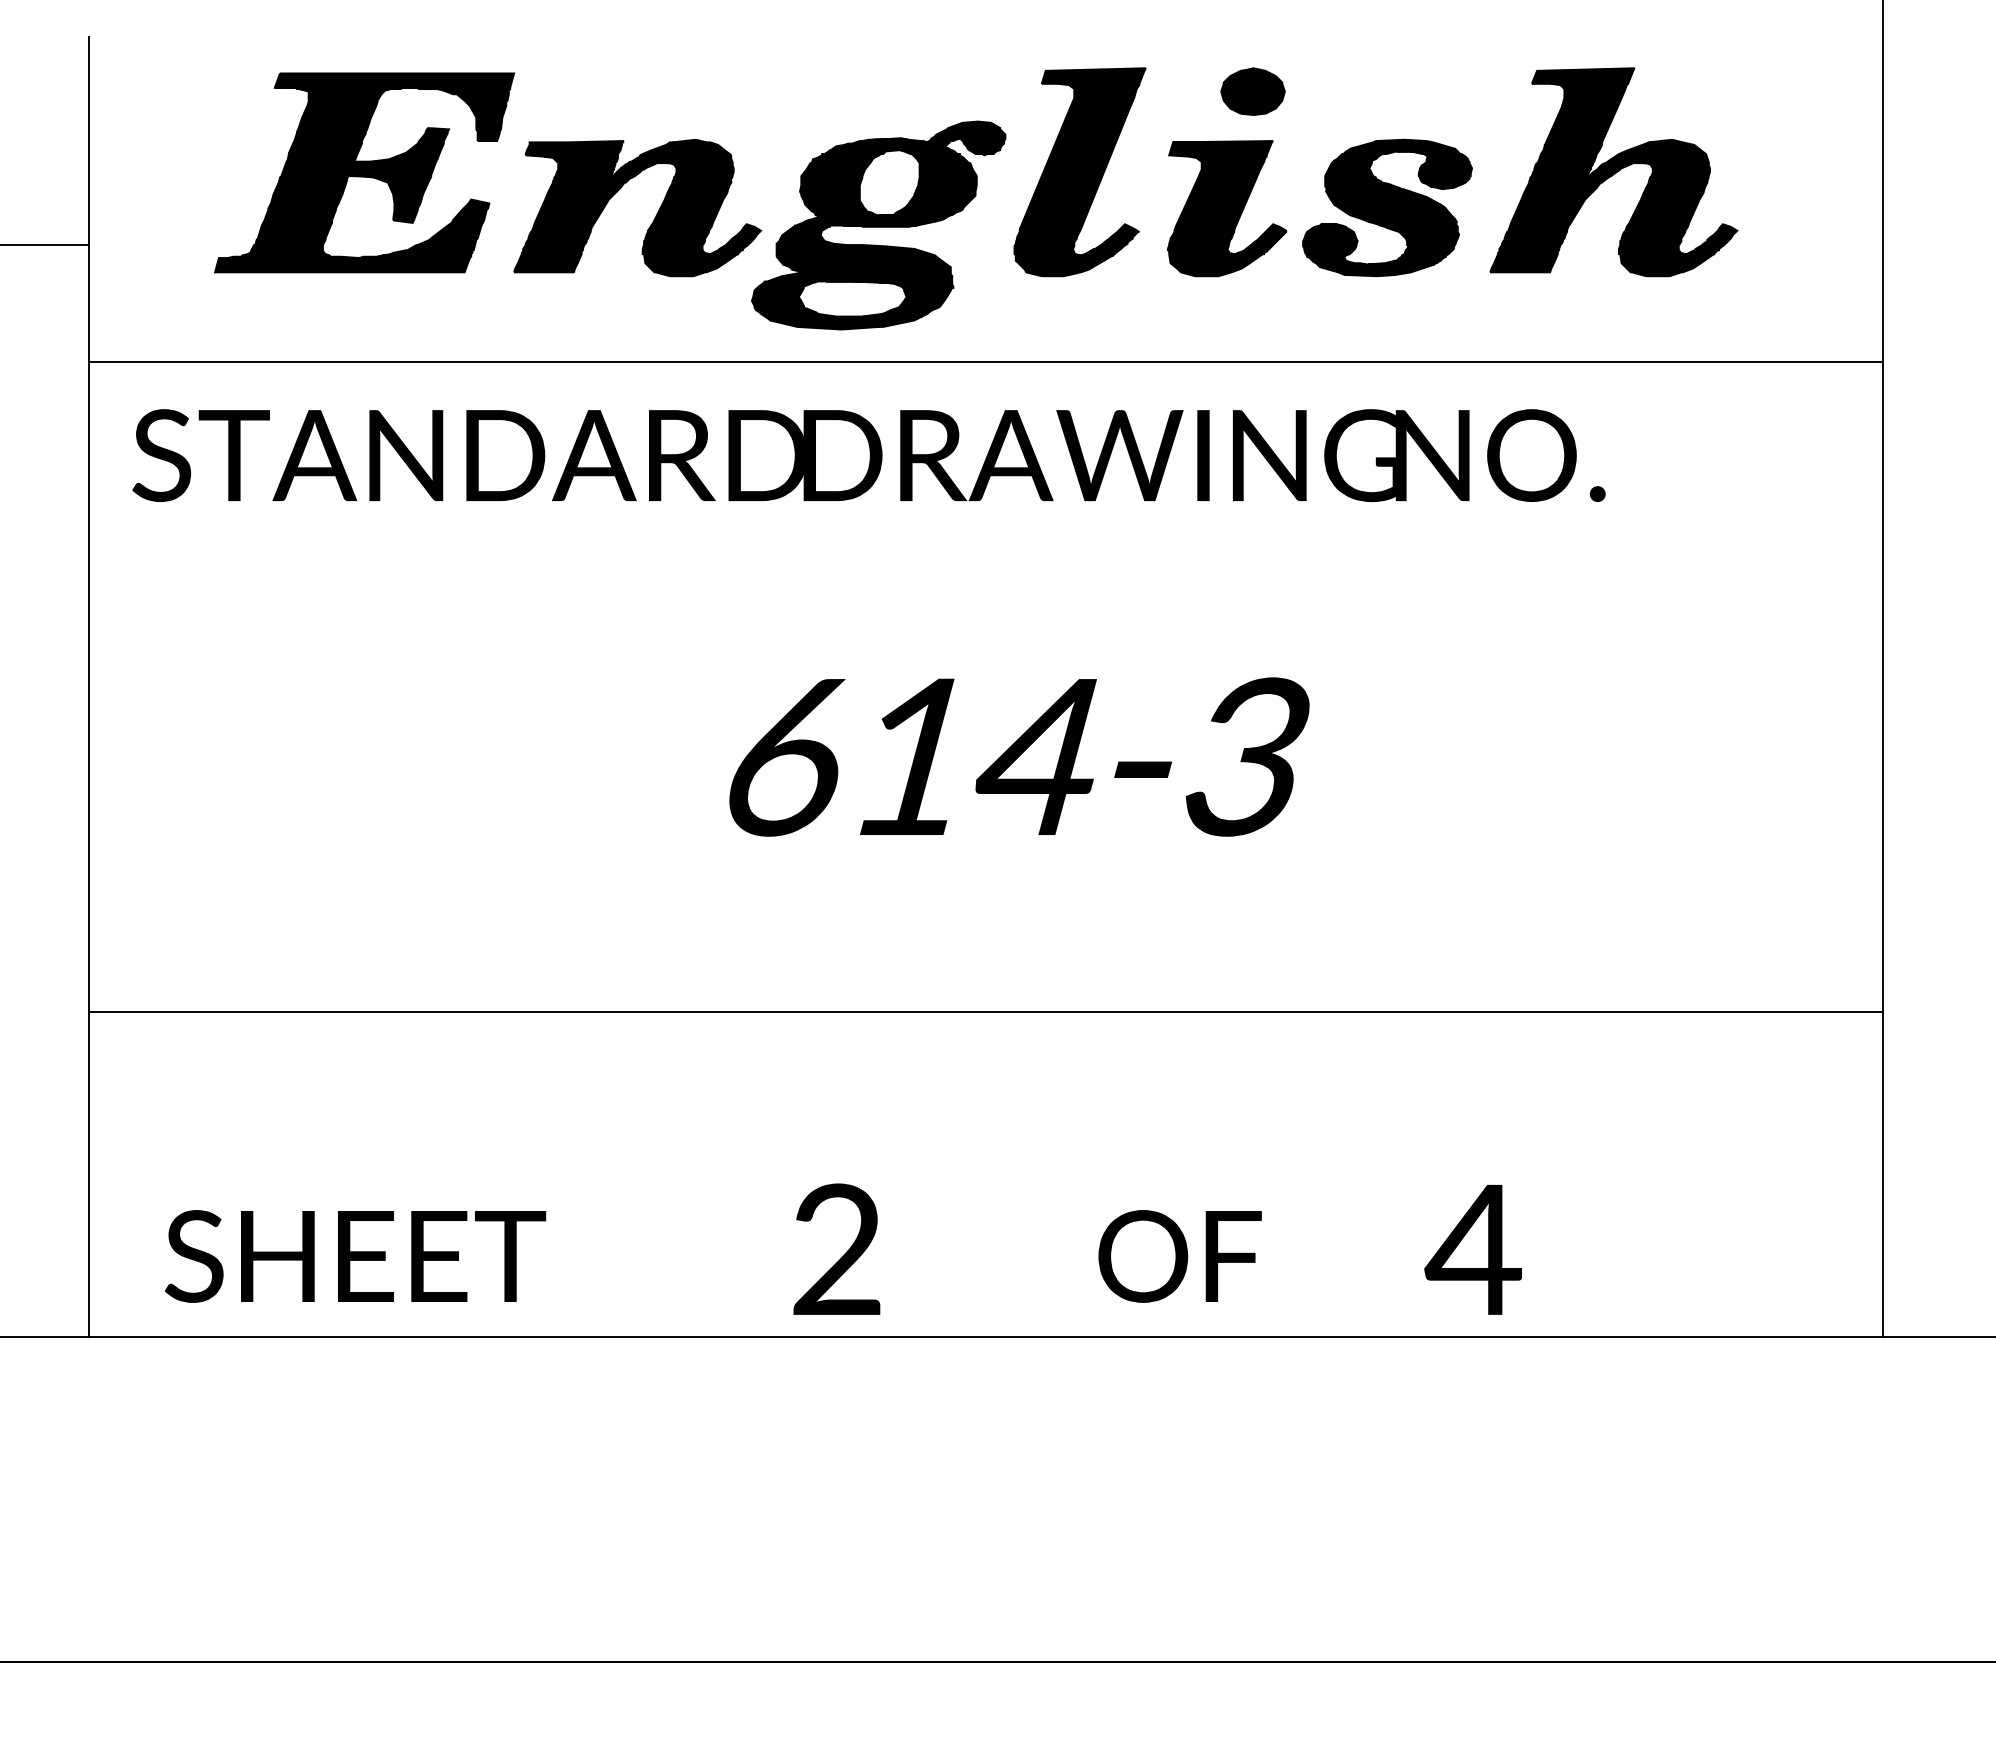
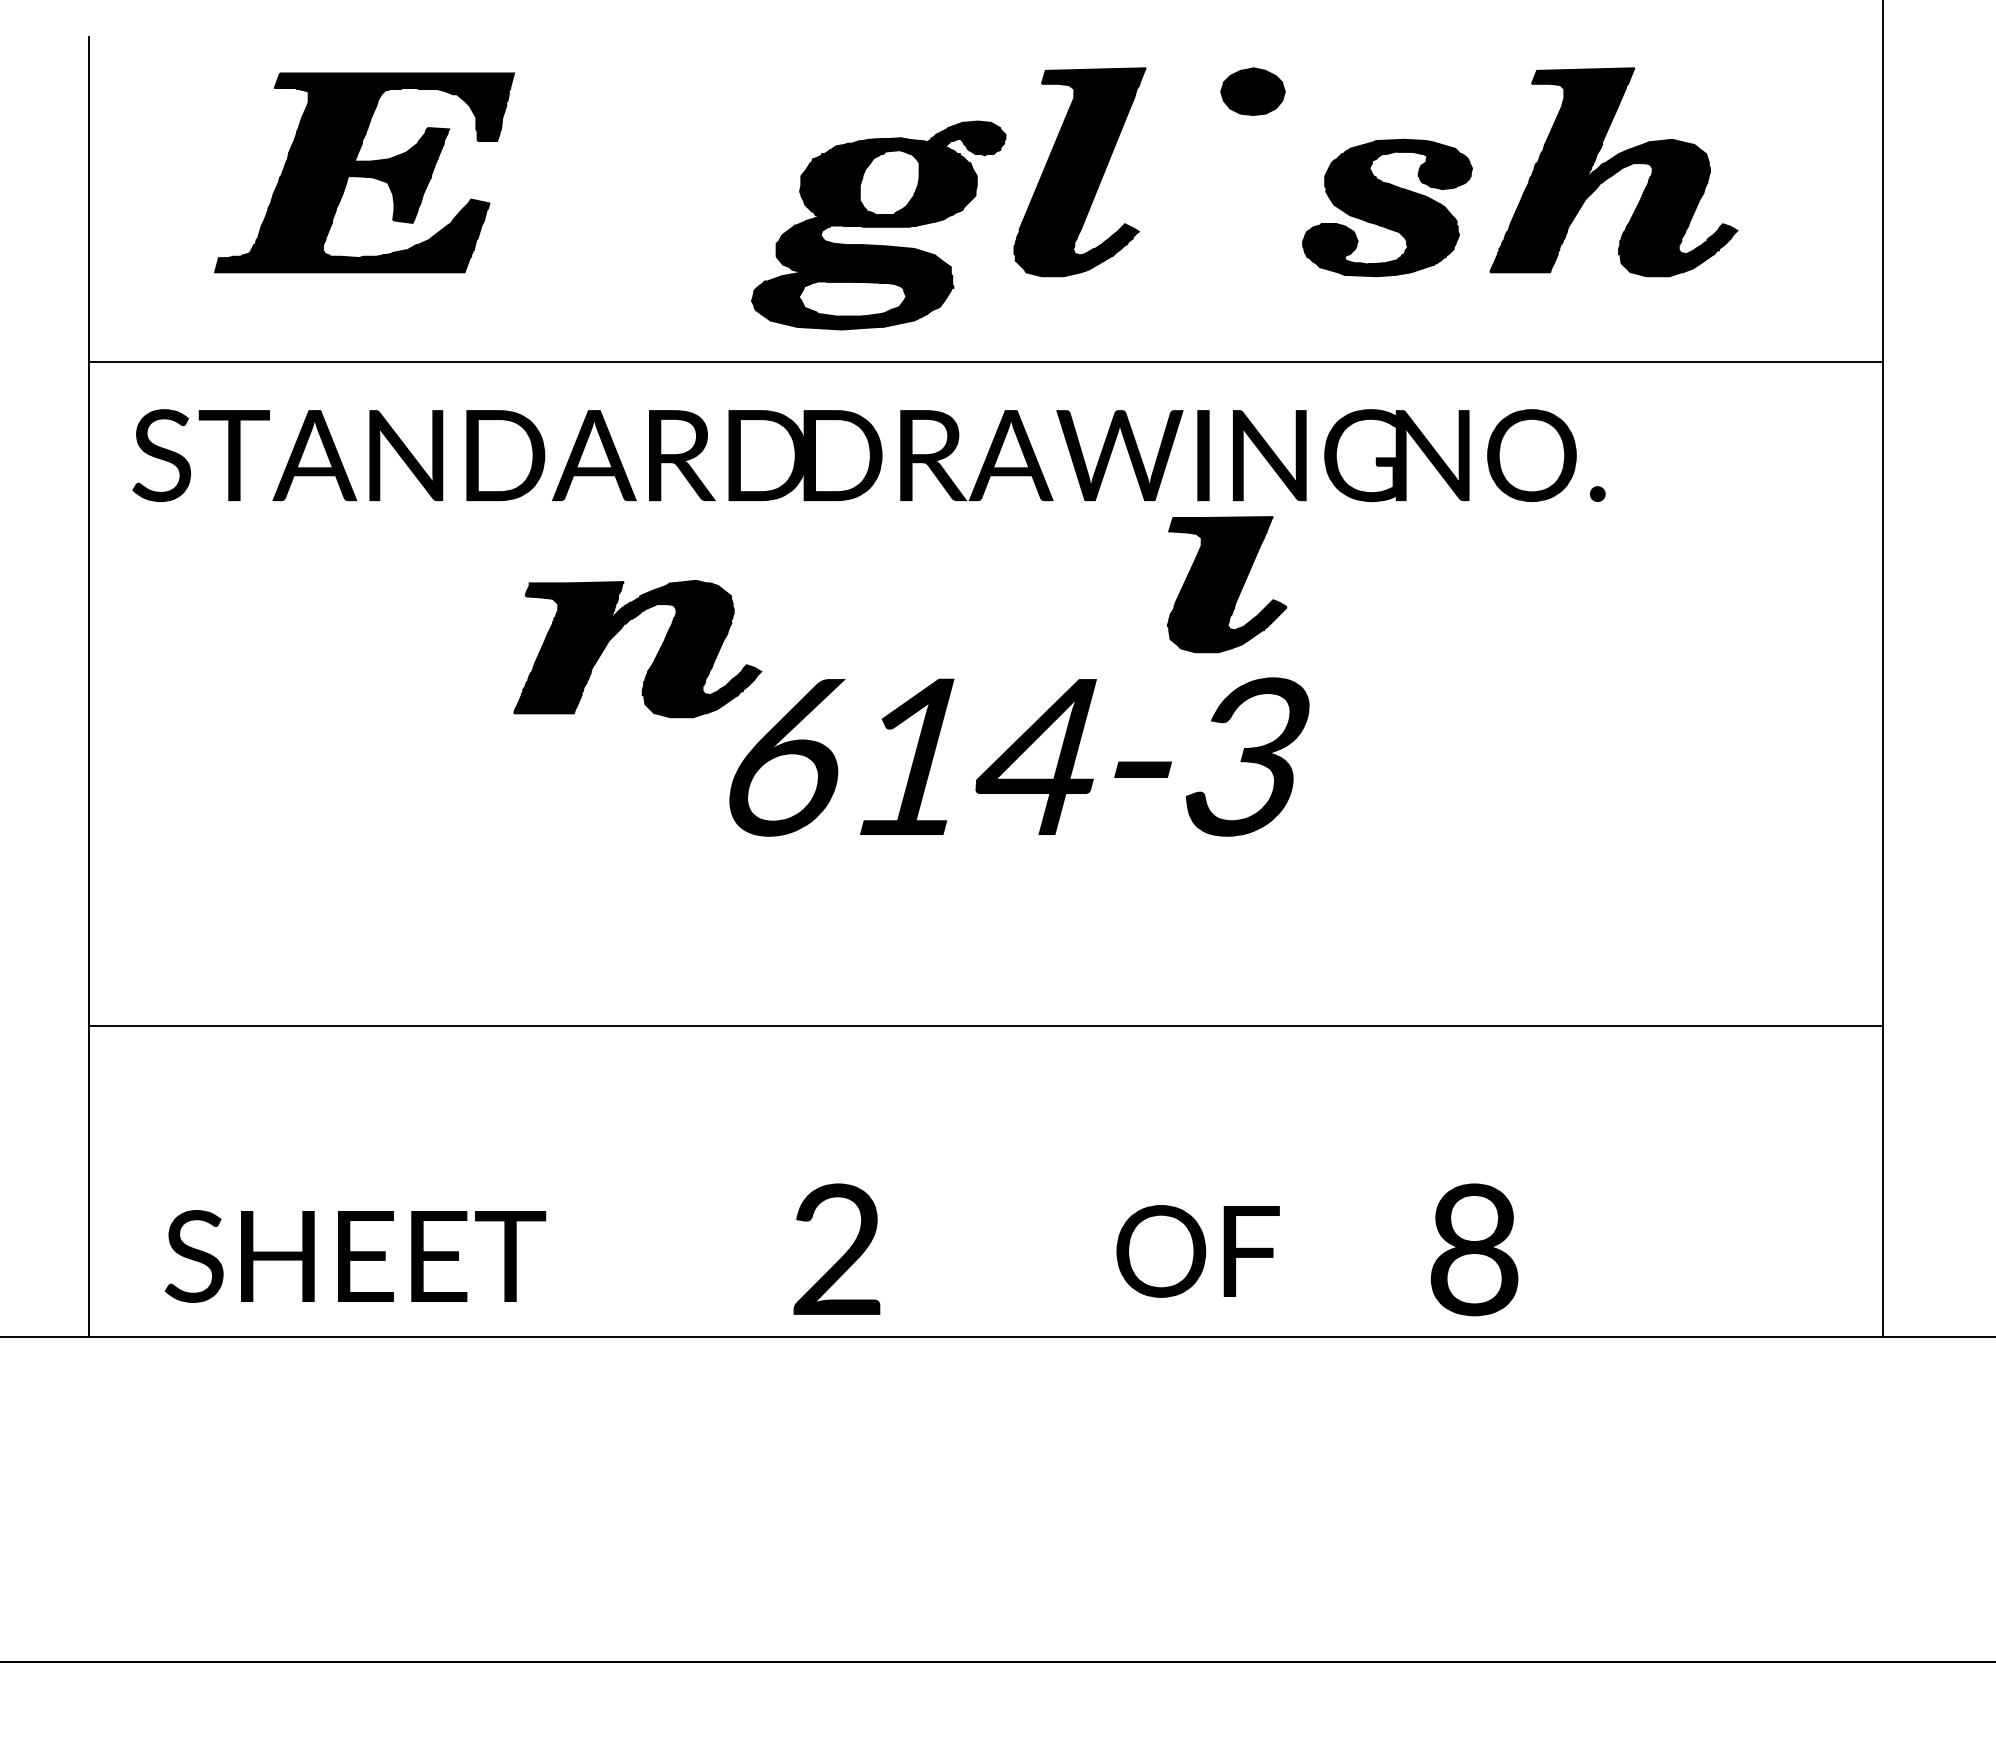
part at (1227, 208) position: (1227, 208) -> (1227, 584)
part at (655, 215) position: (655, 215) -> (655, 656)
line at (45, 245): present -> none
line at (985, 1012) position: (985, 1012) -> (985, 1026)
text at (1472, 1249): 4 -> 8
text at (1179, 1256) position: (1179, 1256) -> (1197, 1251)
